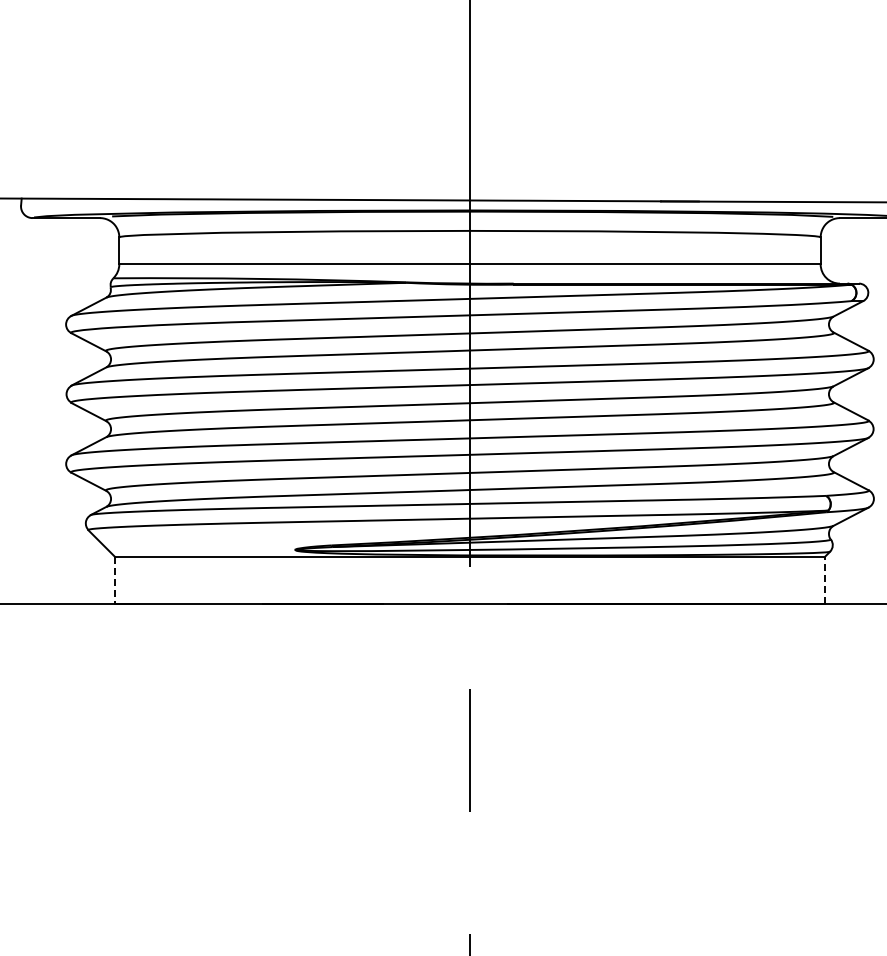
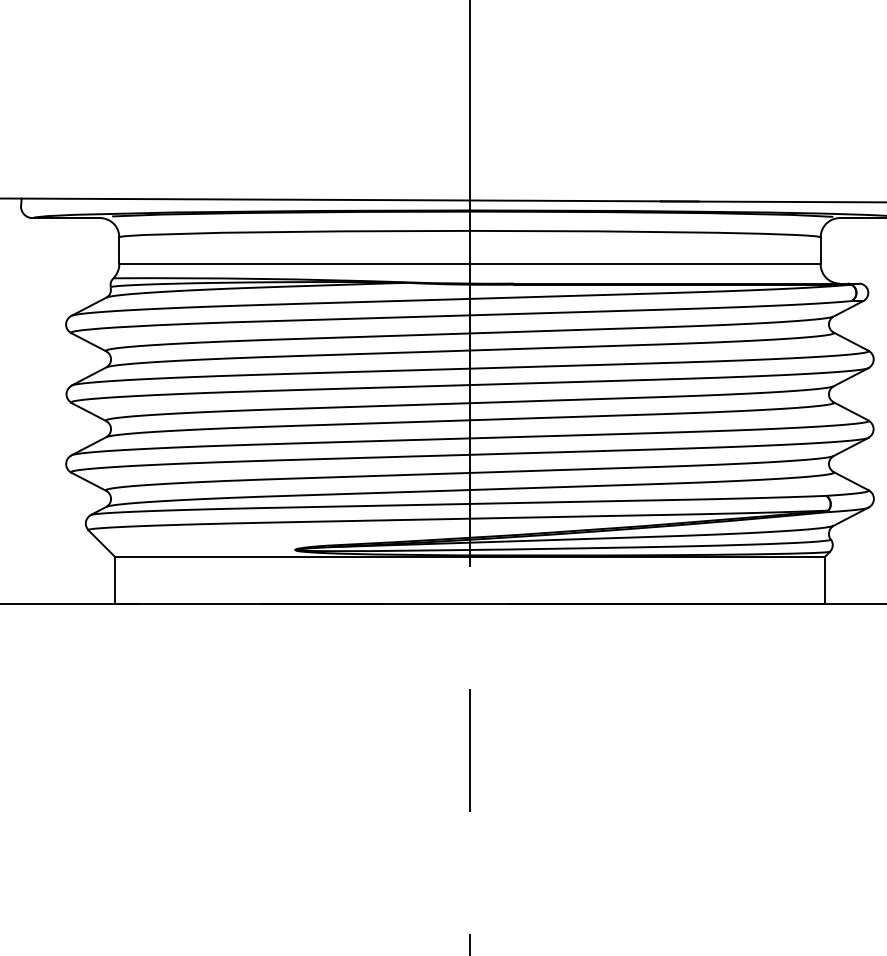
line at (824, 579): dashed -> solid
line at (115, 580): dashed -> solid
